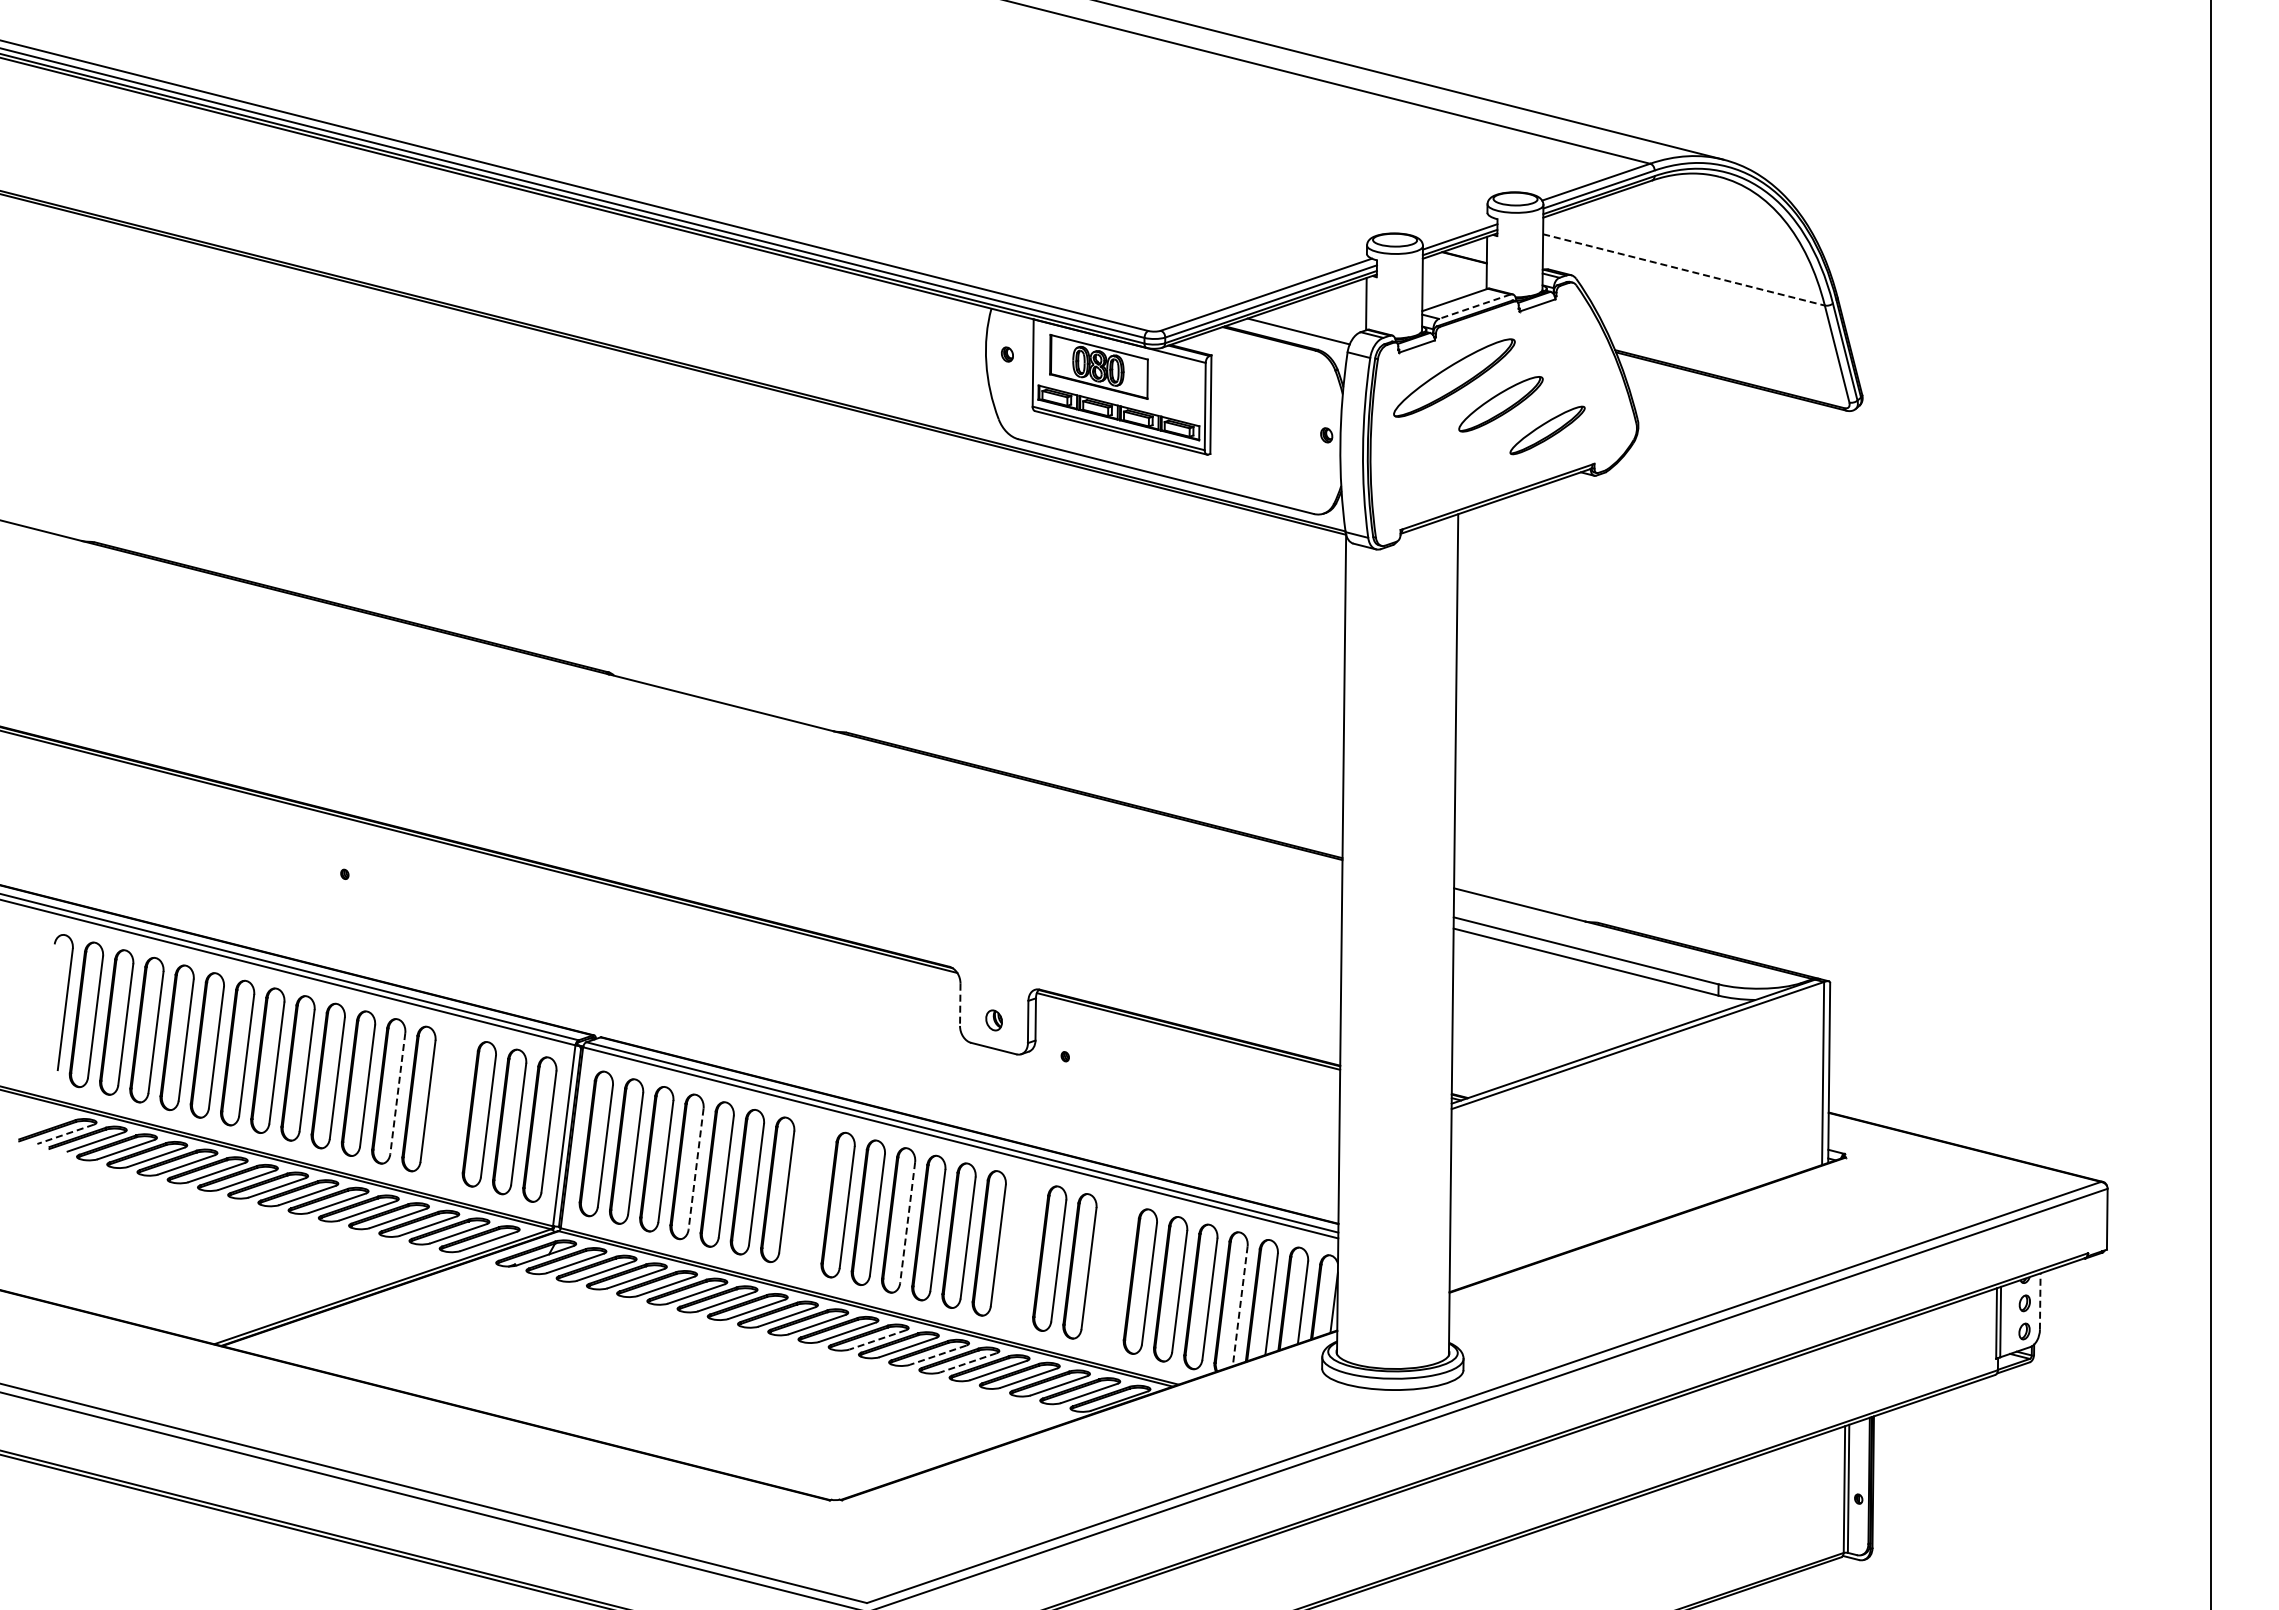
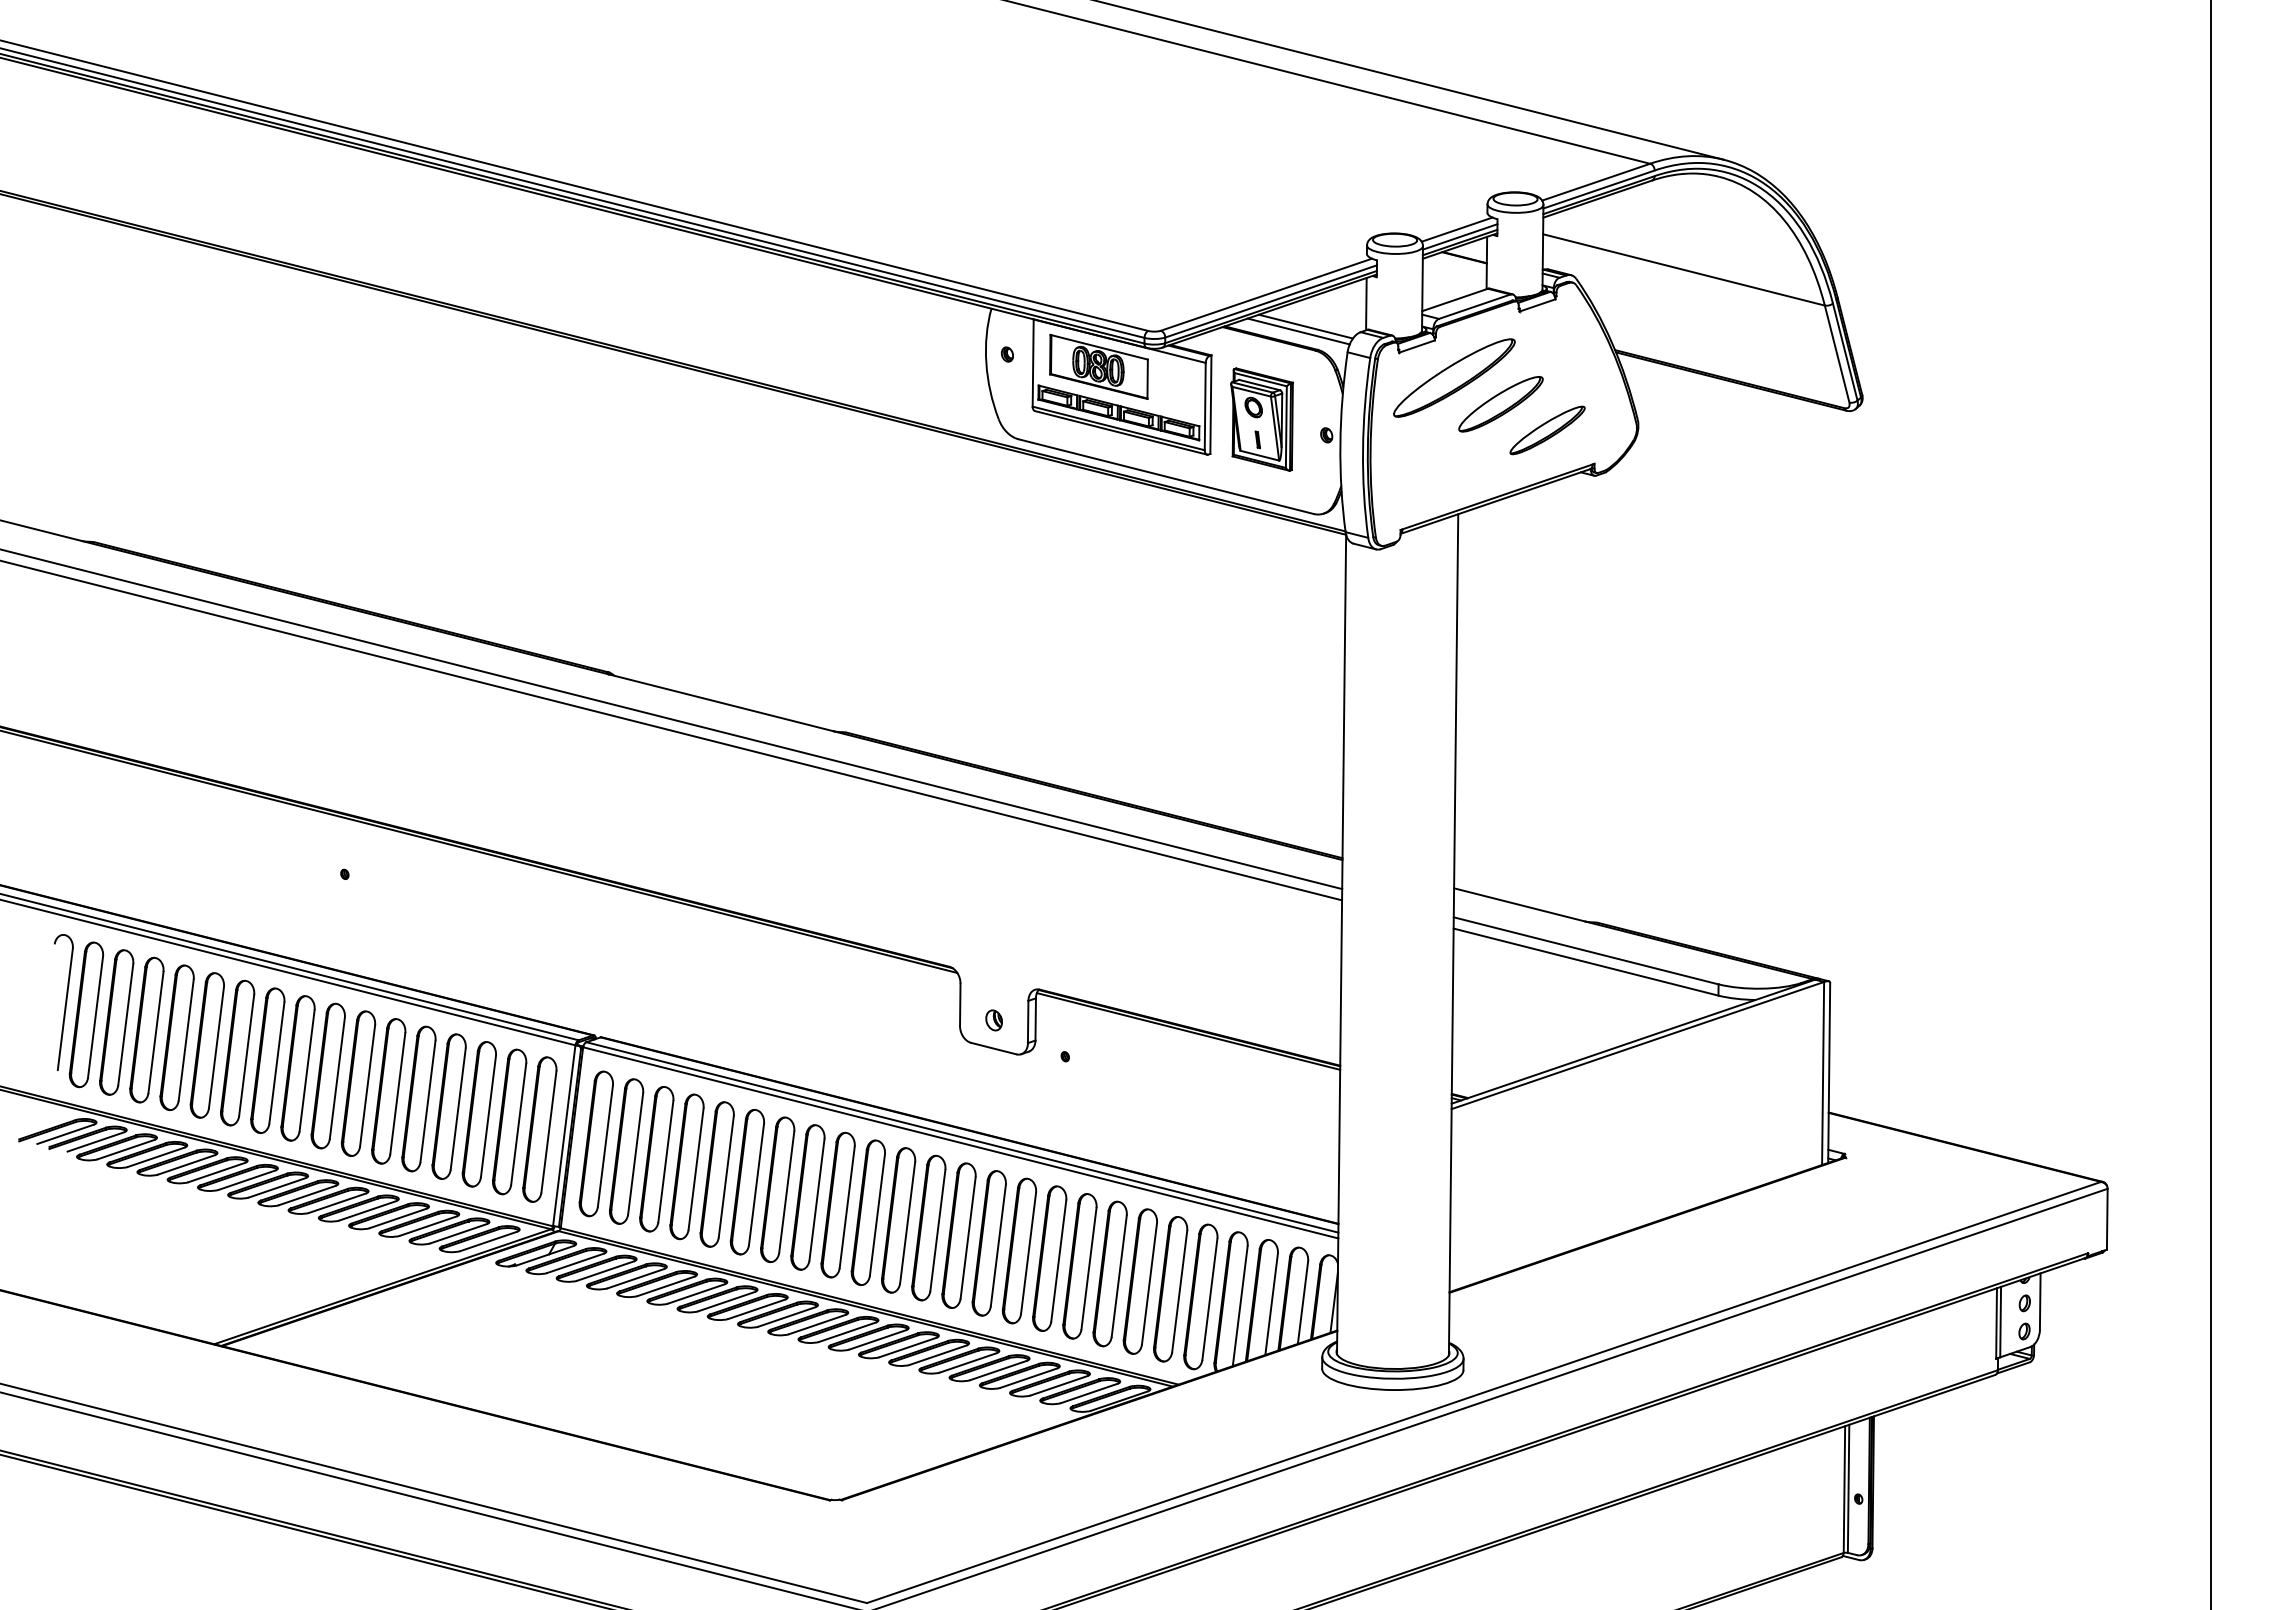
line at (1456, 229): none -> present
line at (1684, 270): dashed -> solid
line at (1474, 306): dashed -> solid
line at (1305, 326): none -> present
part at (1261, 419): none -> present
line at (672, 719): none -> present
line at (672, 730): none -> present
line at (960, 1005): dashed -> solid
line at (397, 1094): dashed -> solid
part at (448, 1106): none -> present
line at (65, 1134): dashed -> solid
line at (696, 1169): dashed -> solid
part at (807, 1197): none -> present
line at (907, 1223): dashed -> solid
part at (1019, 1250): none -> present
part at (1109, 1273): none -> present
line at (2040, 1301): dashed -> solid
line at (1240, 1306): dashed -> solid
line at (877, 1339): dashed -> solid
line at (938, 1355): dashed -> solid
line at (968, 1362): dashed -> solid
